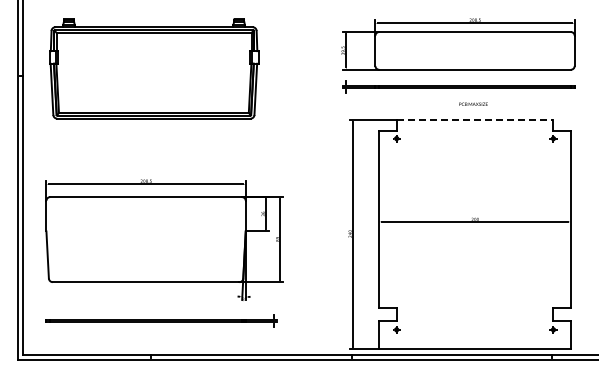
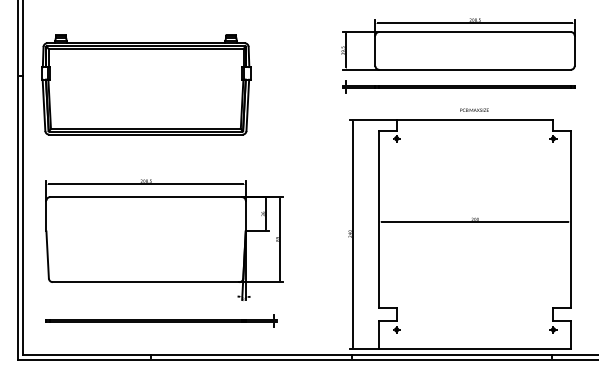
part at (154, 68) position: (154, 68) -> (146, 84)
text at (473, 103) position: (473, 103) -> (474, 109)
line at (475, 119): dashed -> solid
